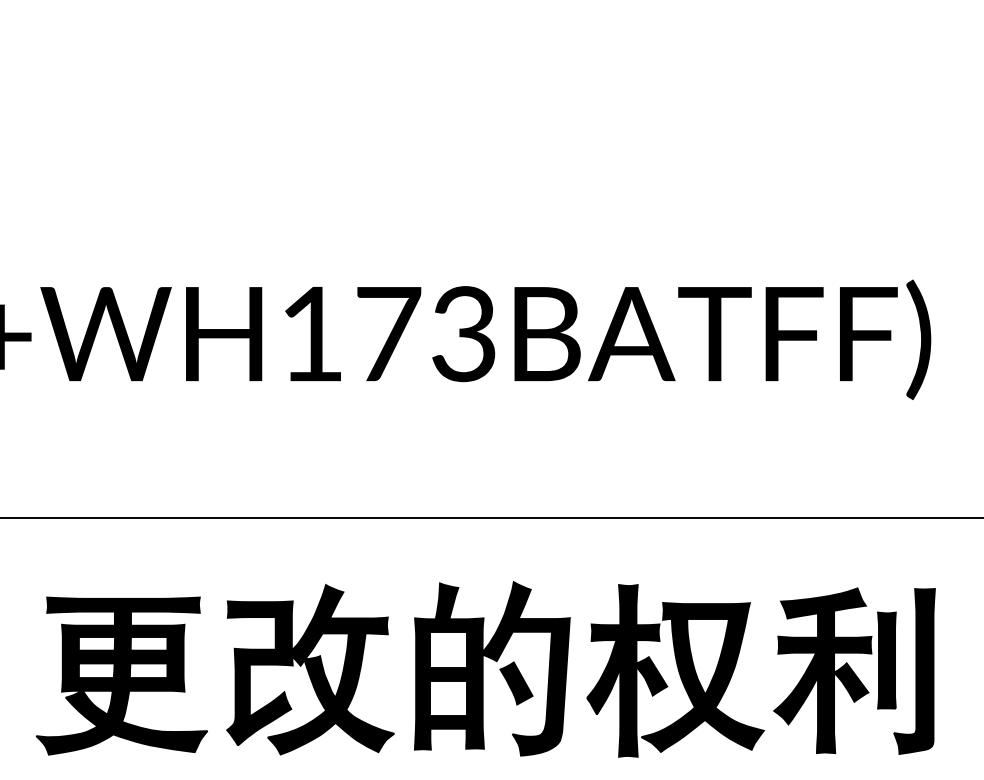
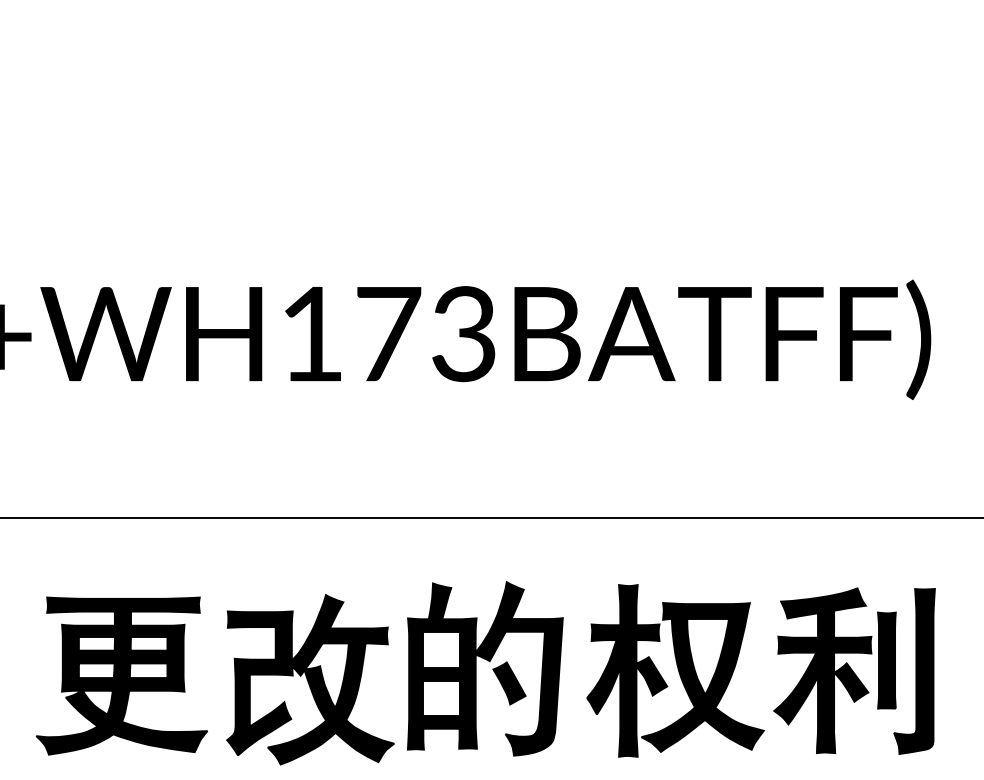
part at (499, 668) position: (499, 668) -> (492, 668)
part at (310, 669) position: (310, 669) -> (310, 679)
